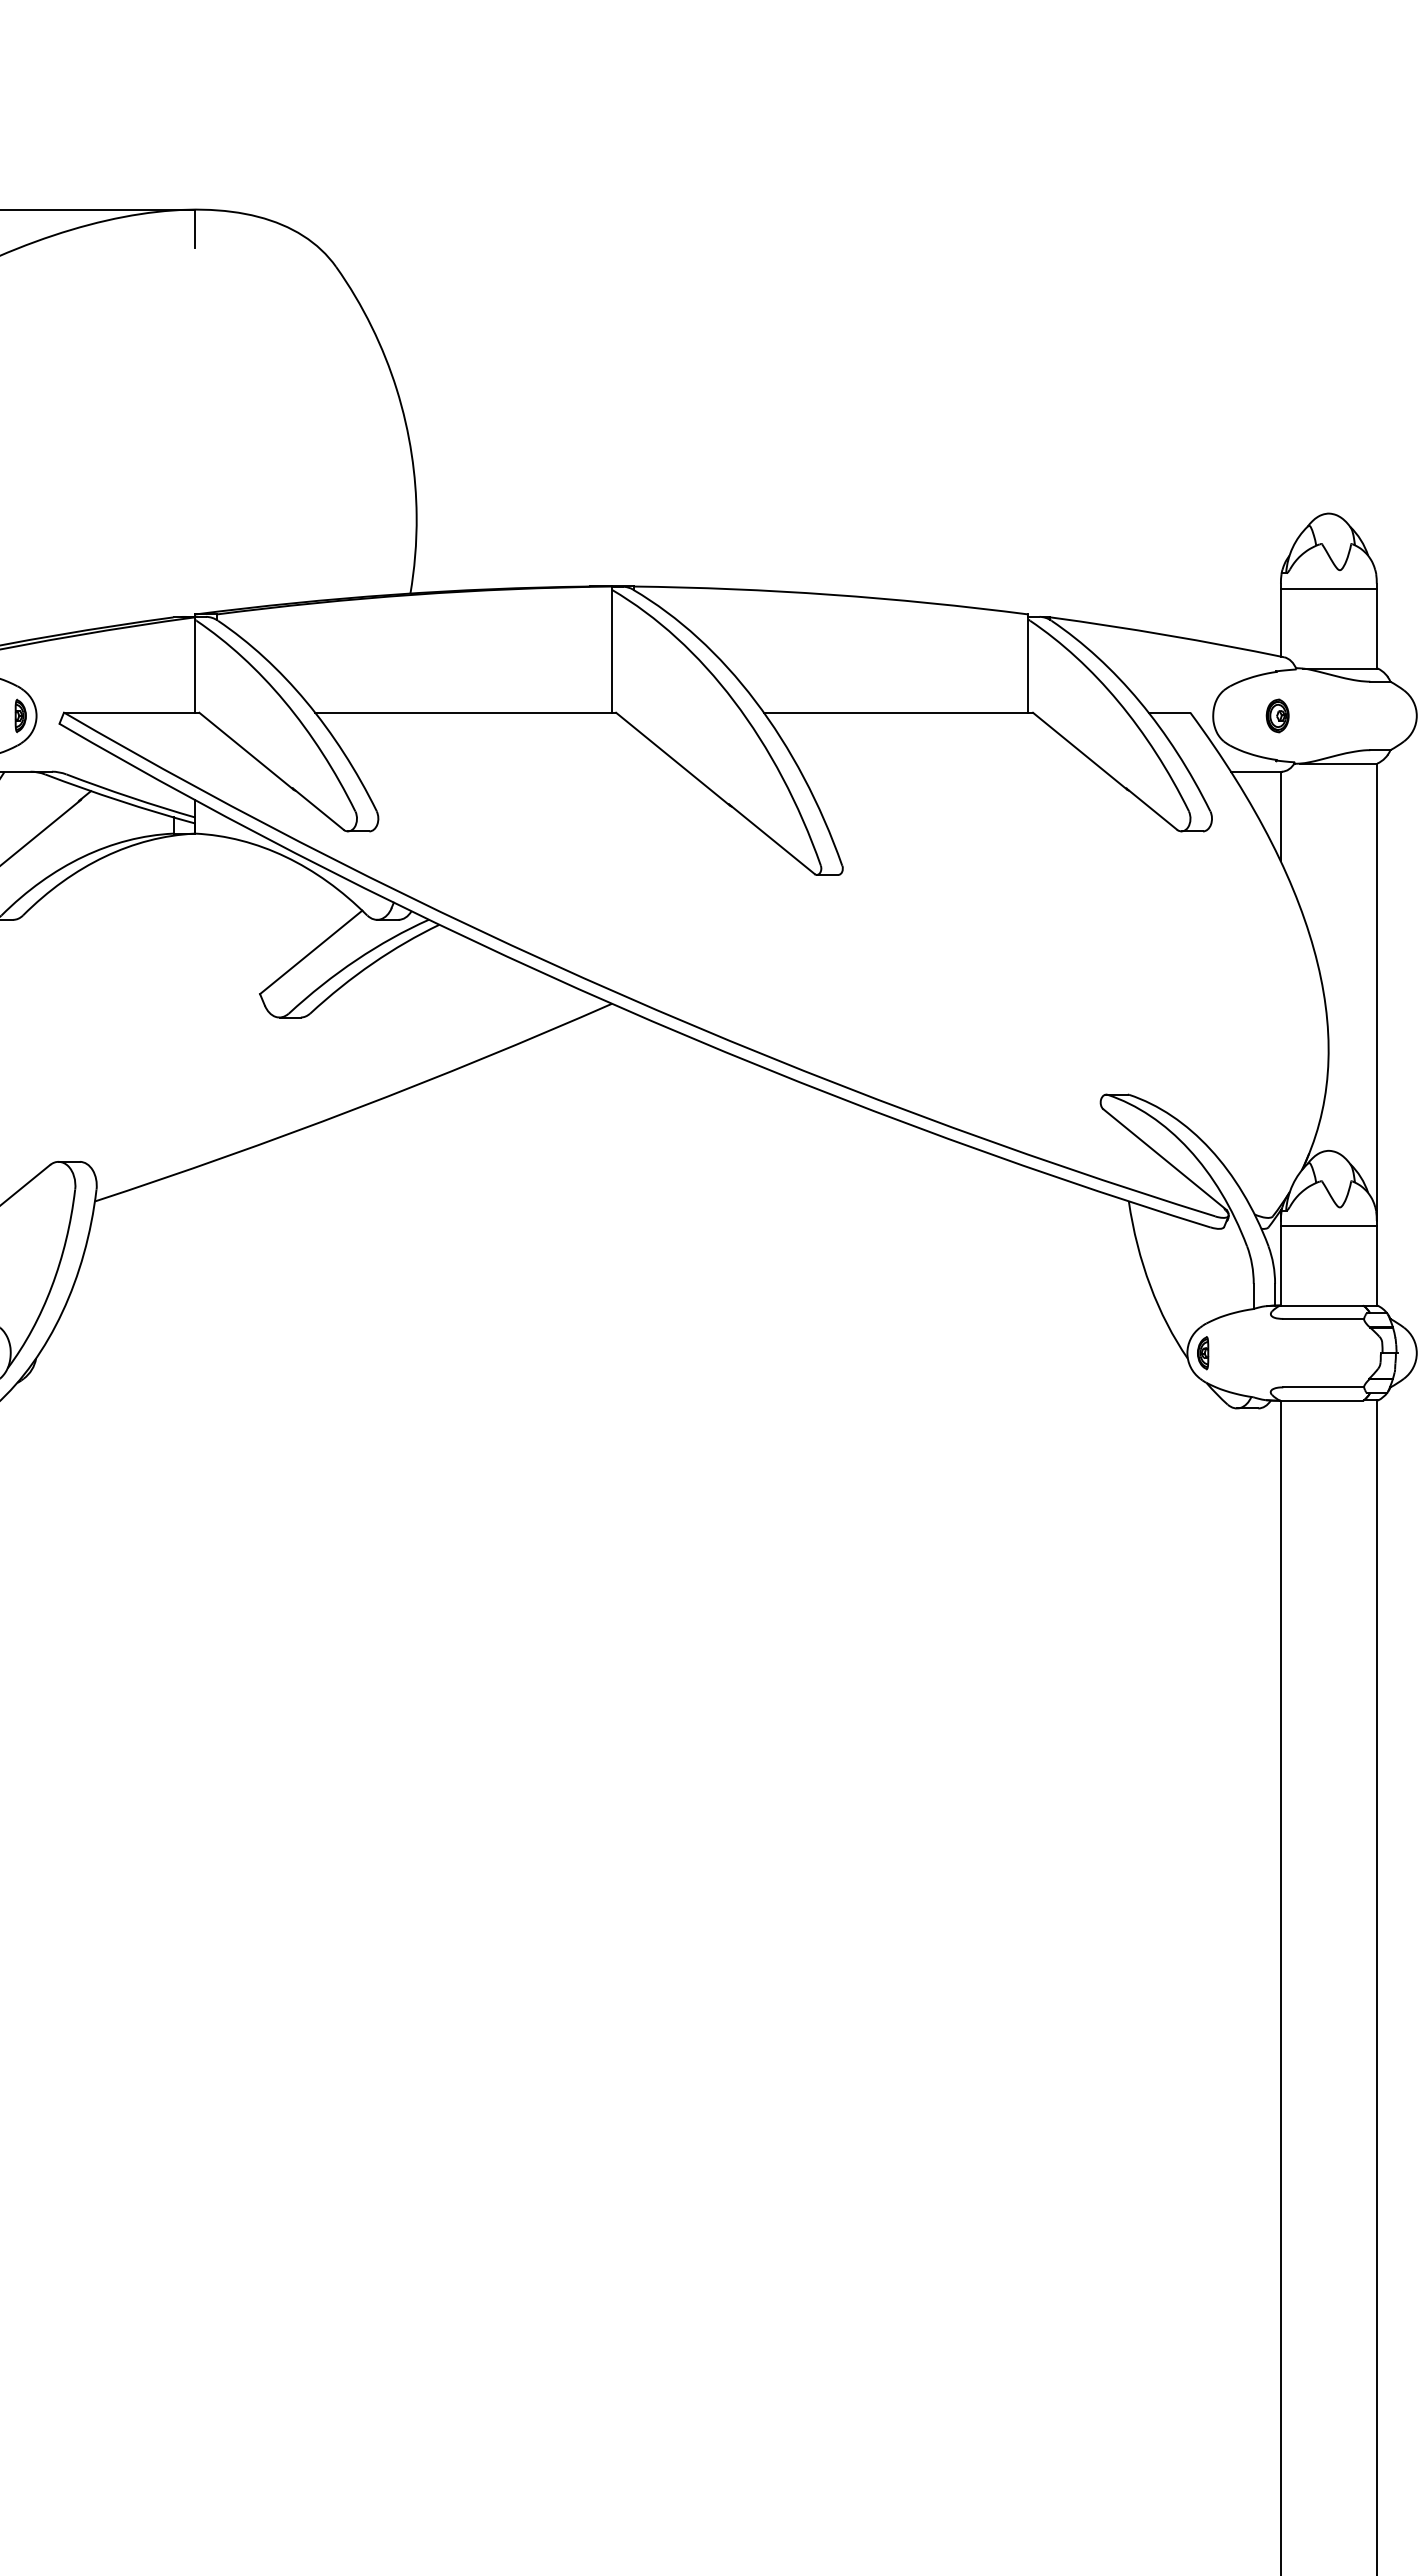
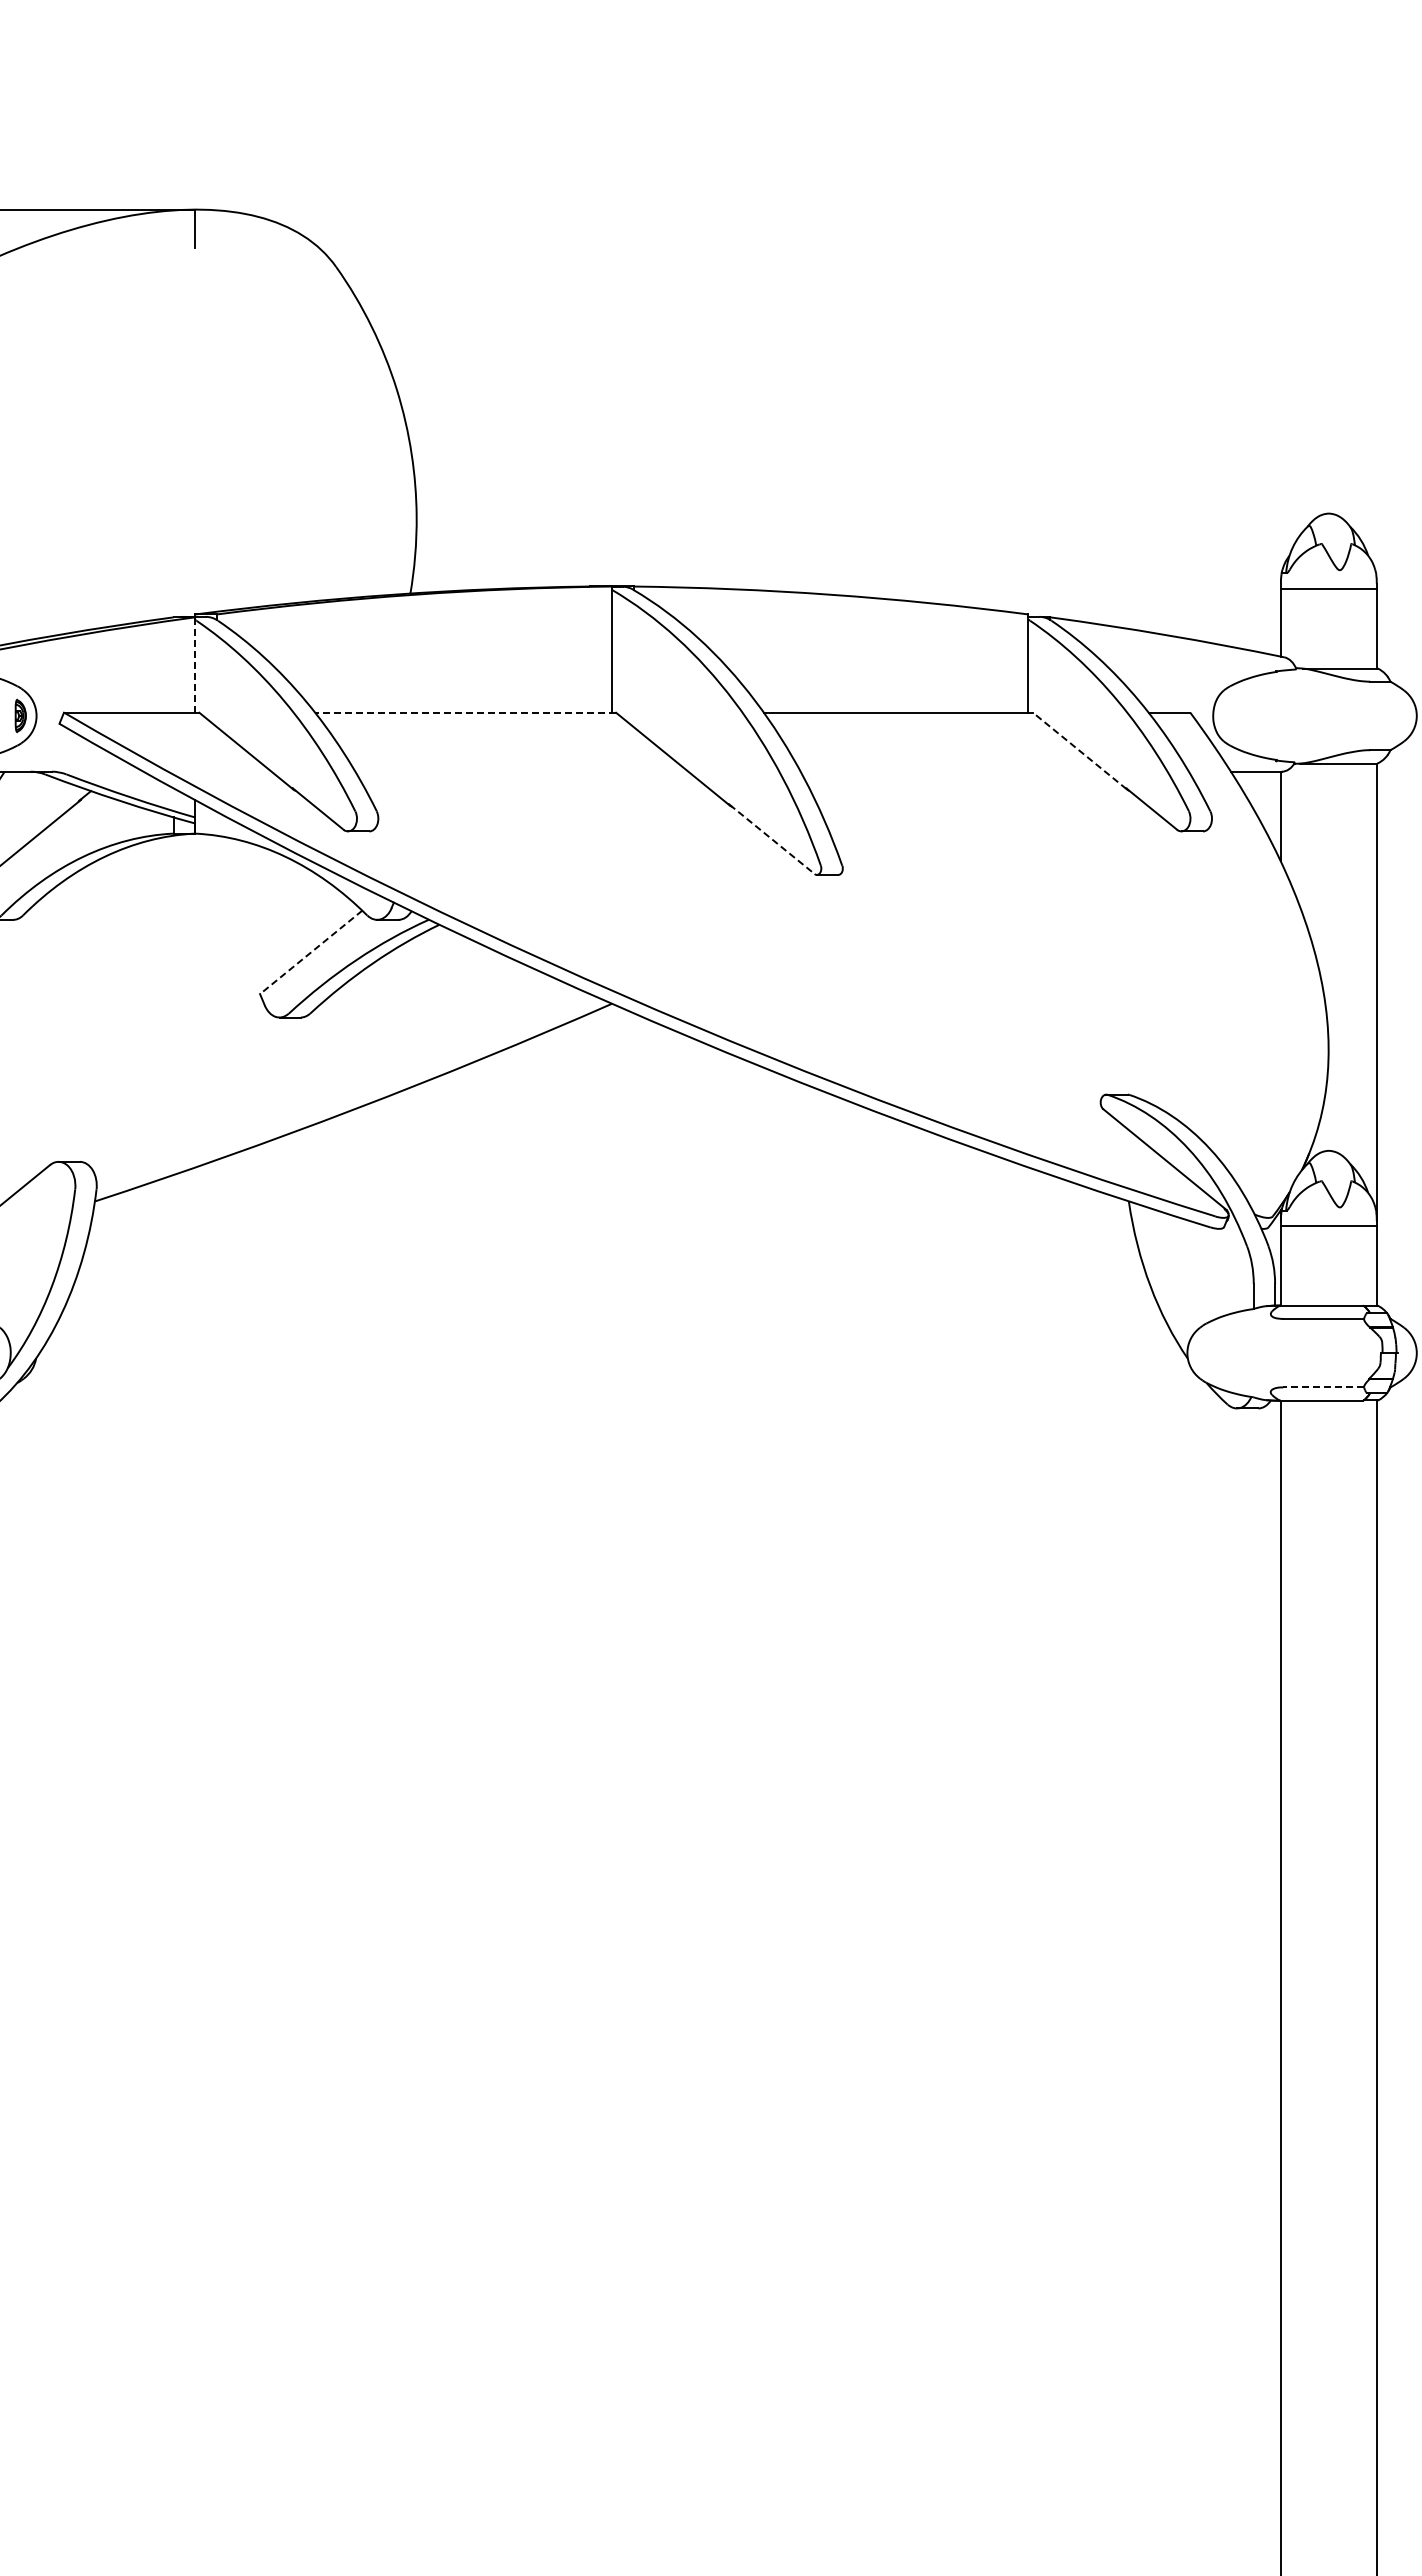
line at (194, 665): solid -> dashed
line at (465, 712): solid -> dashed
part at (1277, 715): present -> none
line at (1079, 750): solid -> dashed
line at (772, 839): solid -> dashed
line at (310, 952): solid -> dashed
part at (1203, 1353): present -> none
line at (1323, 1387): solid -> dashed
